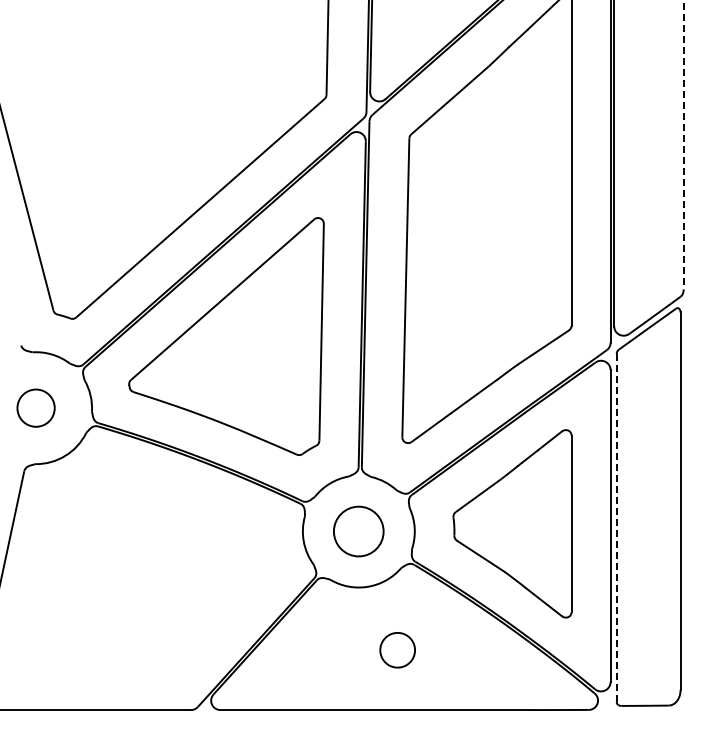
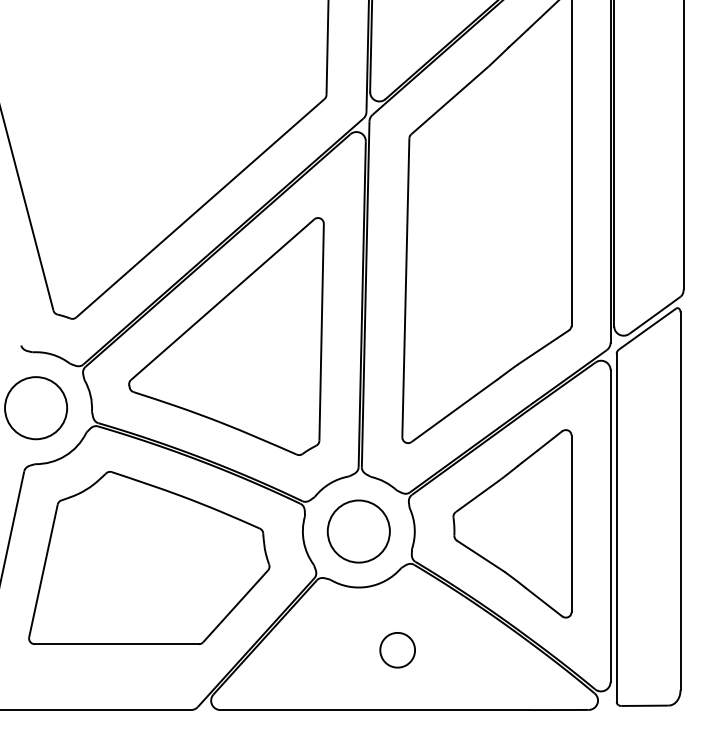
line at (683, 145): dashed -> solid
circle at (35, 407) diameter: 37 px -> 62 px
line at (616, 527): dashed -> solid
circle at (358, 531) size: 52x53 px -> 65x65 px
part at (149, 557): none -> present
